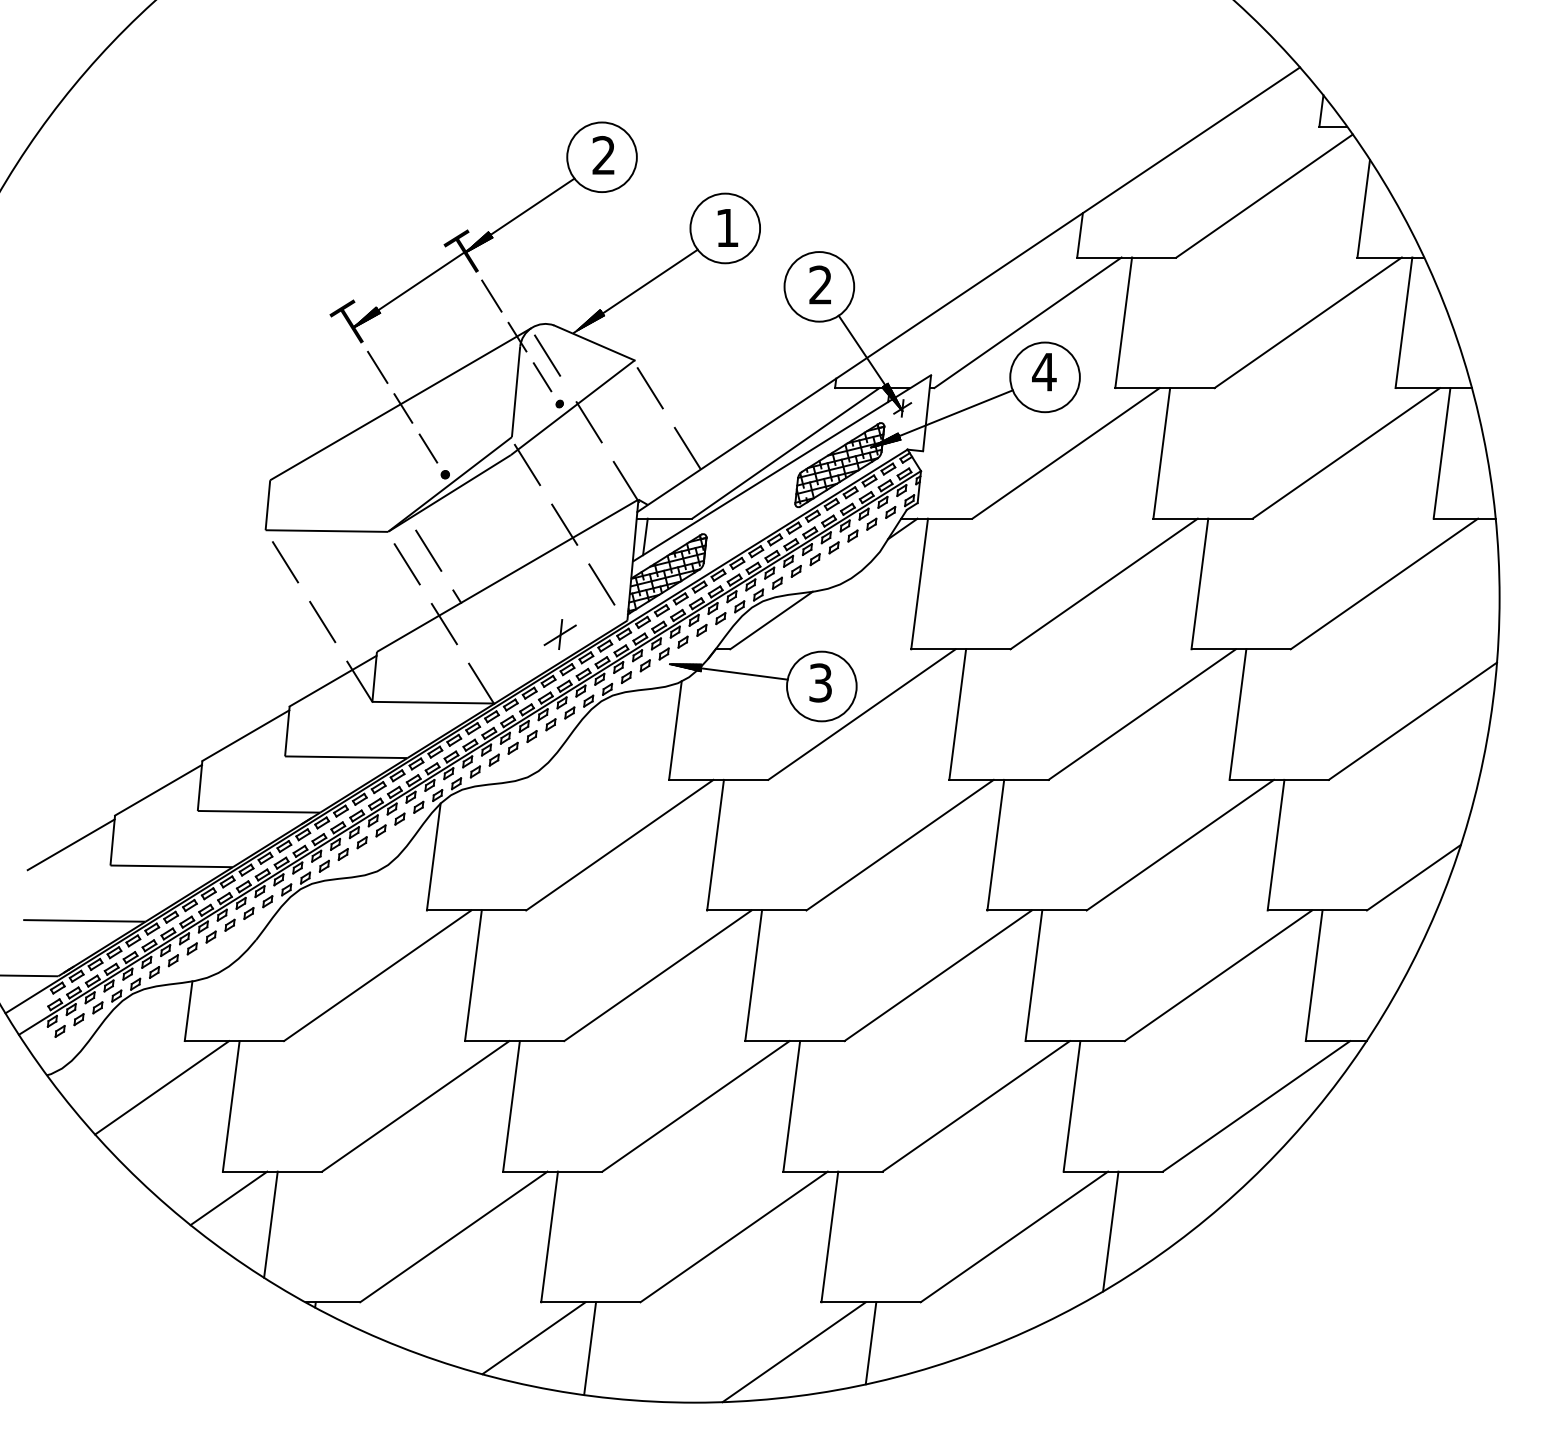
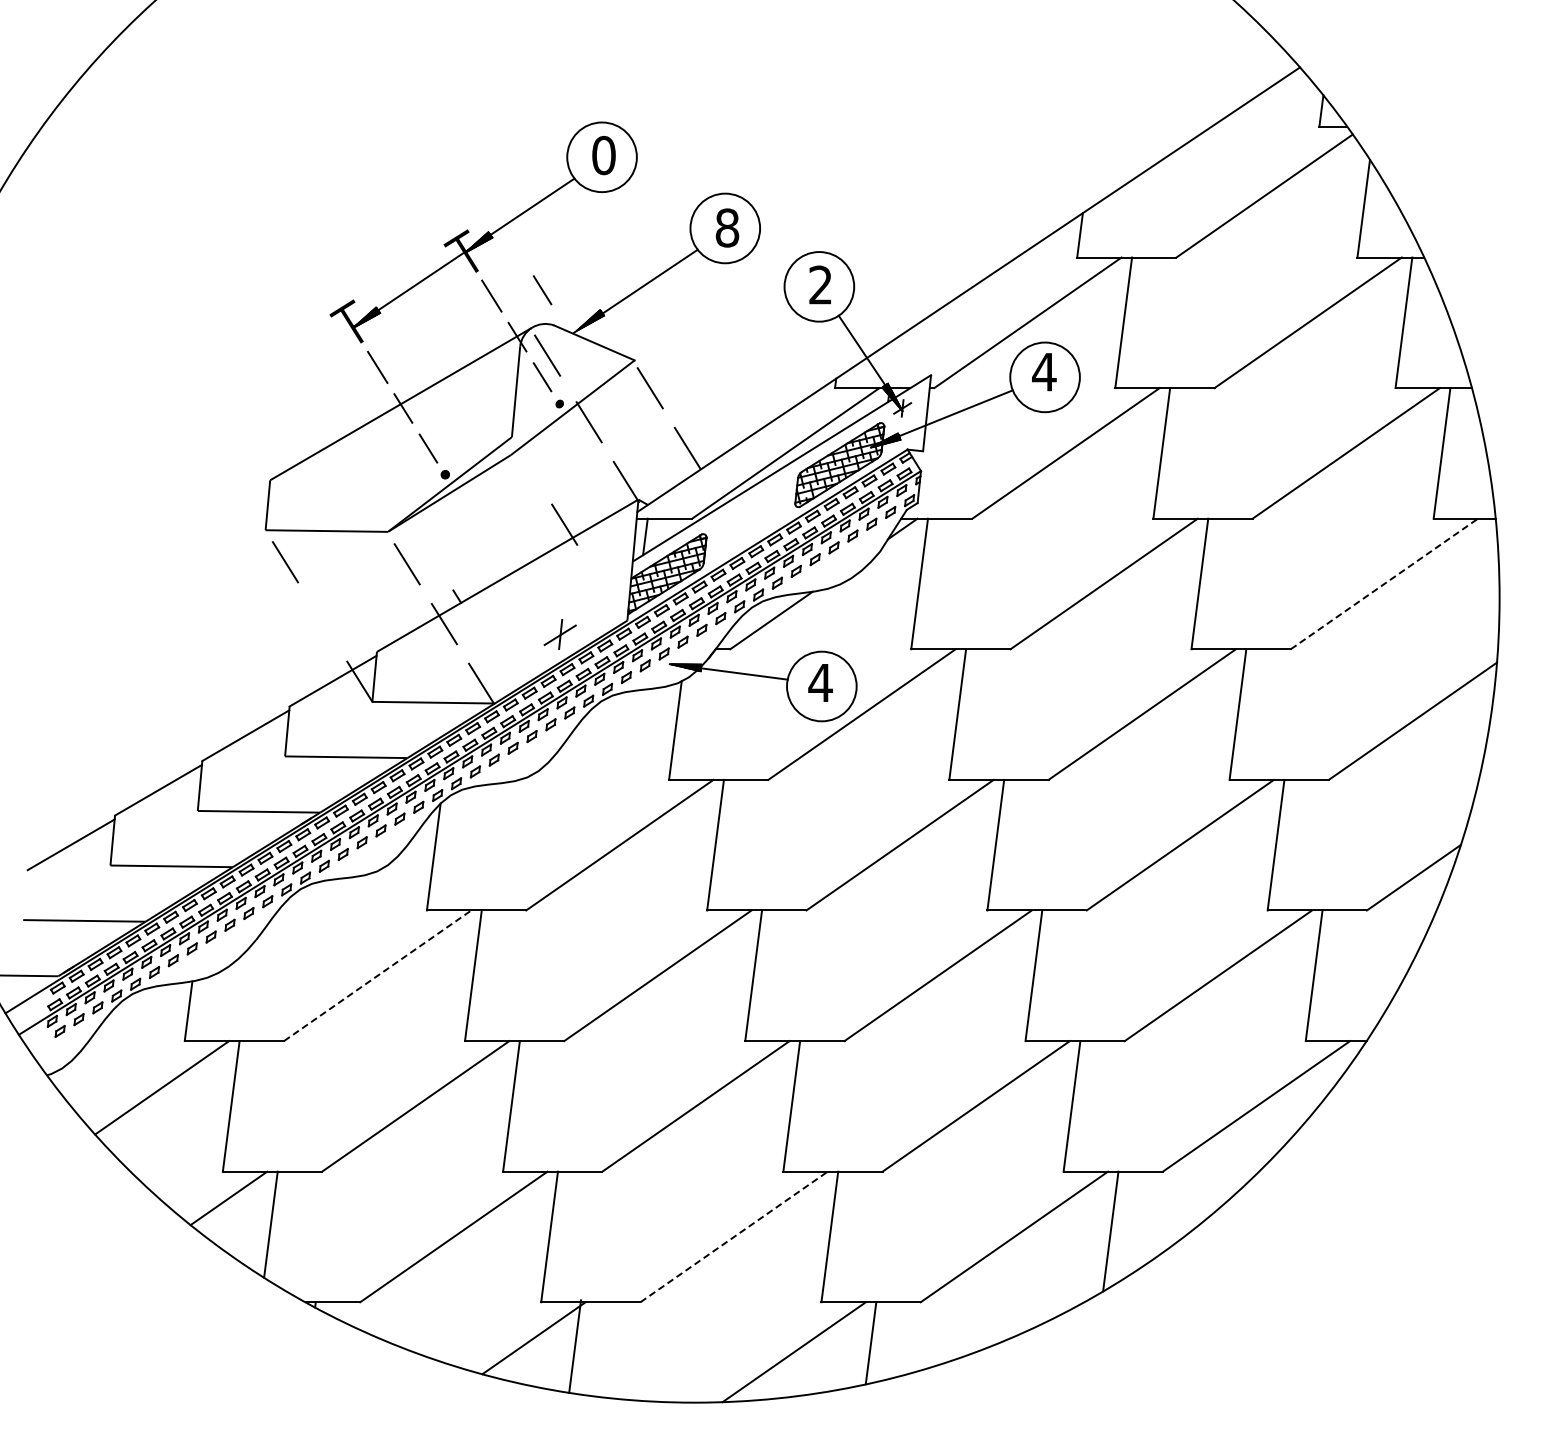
text at (603, 155): 2 -> 0
text at (727, 227): 1 -> 8
line at (542, 290): none -> present
line at (527, 464): present -> none
line at (428, 550): present -> none
line at (1384, 583): solid -> dashed
line at (601, 584): present -> none
line at (322, 621): present -> none
text at (820, 682): 3 -> 4
line at (378, 975): solid -> dashed
line at (734, 1236): solid -> dashed
line at (590, 1348) position: (590, 1348) -> (575, 1346)
